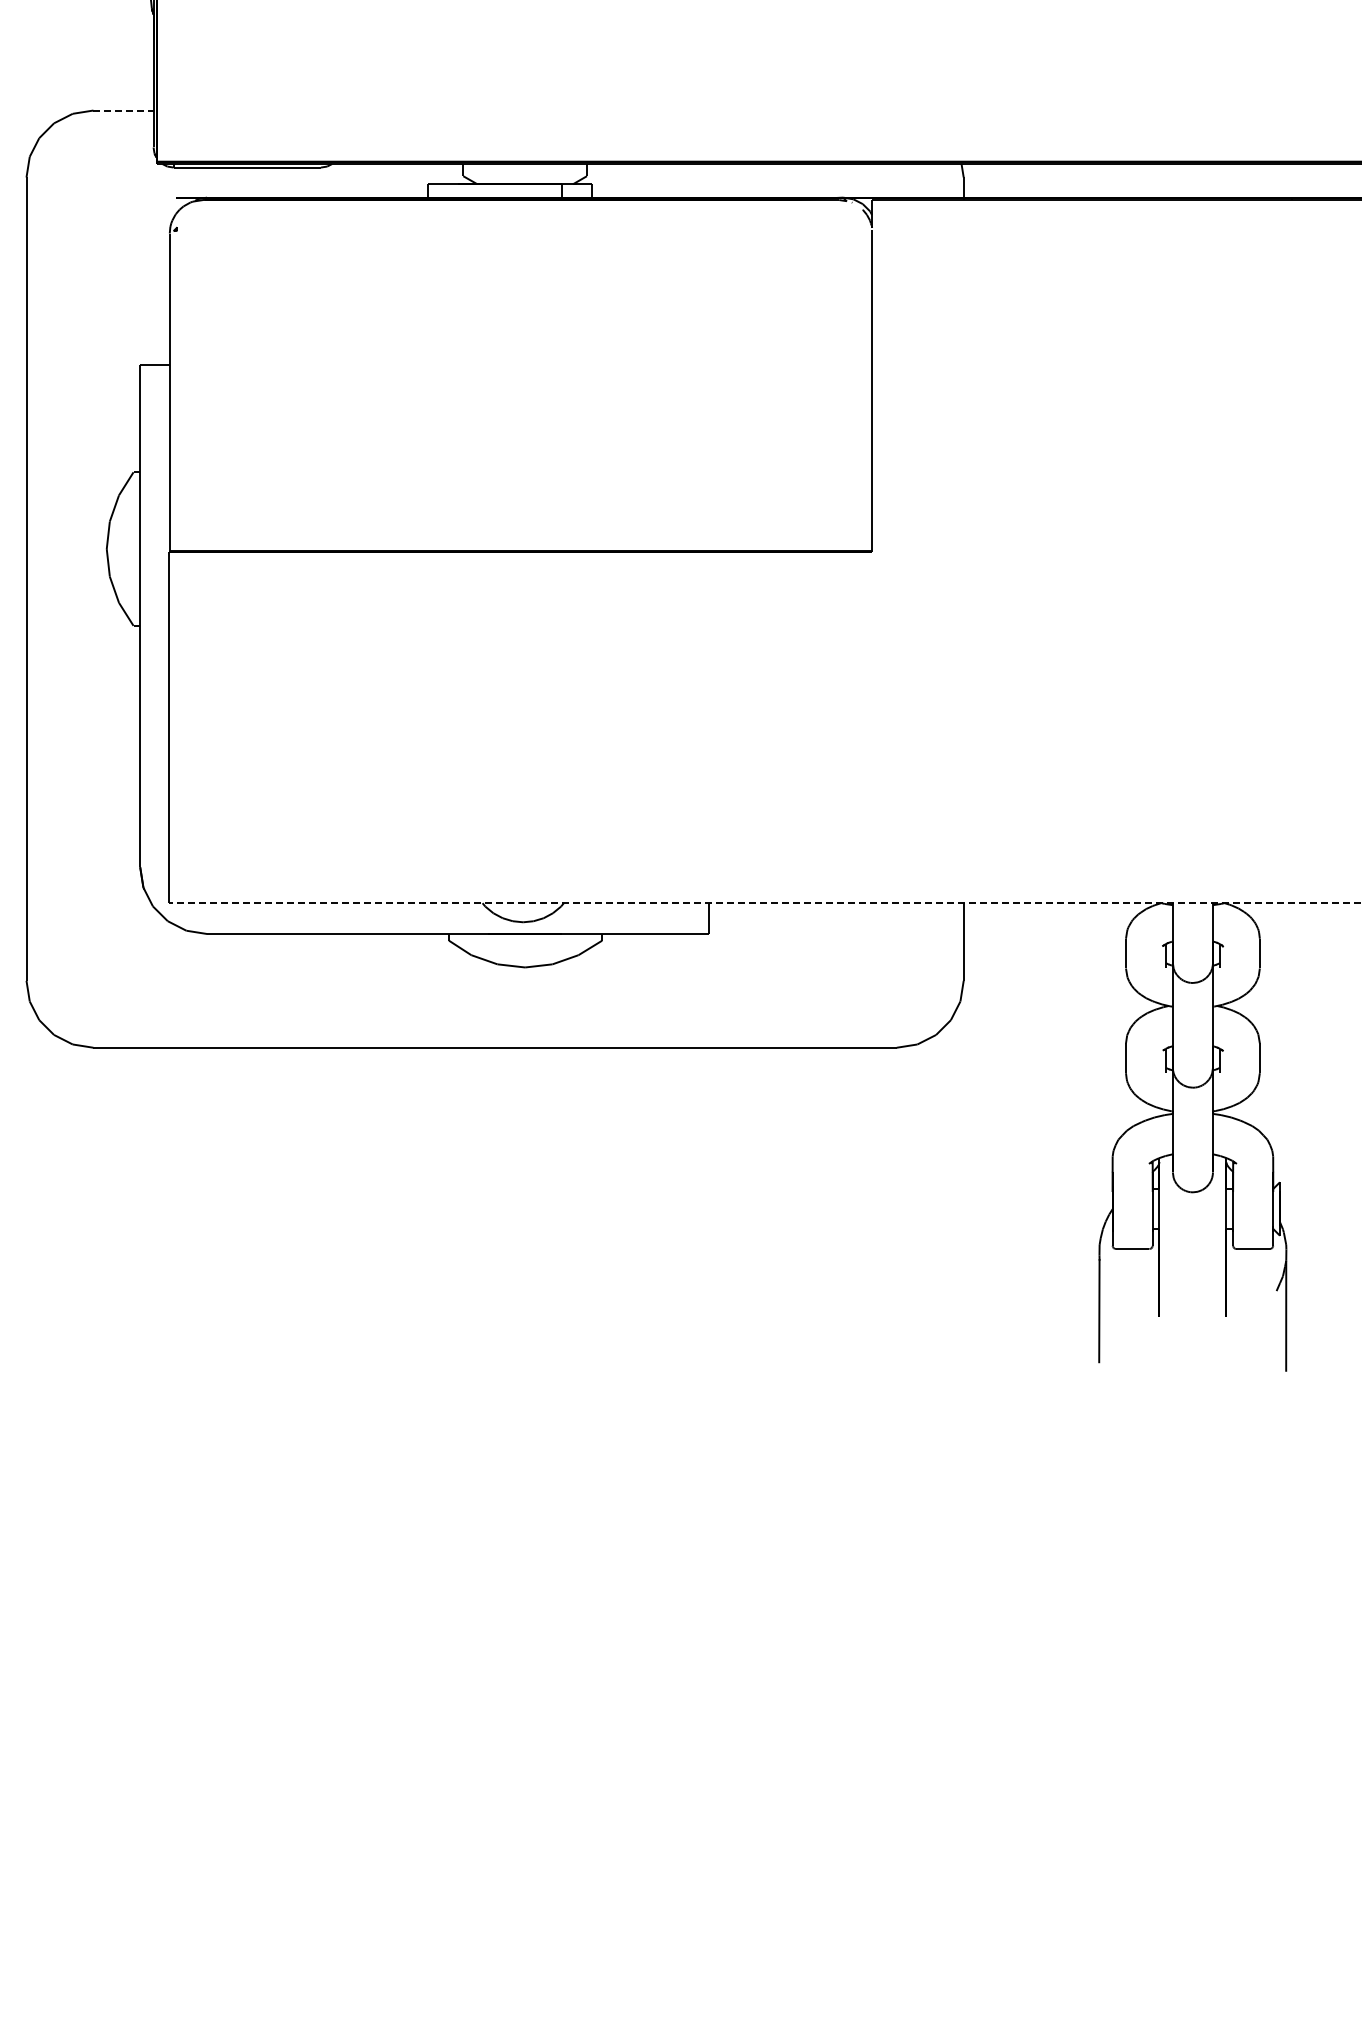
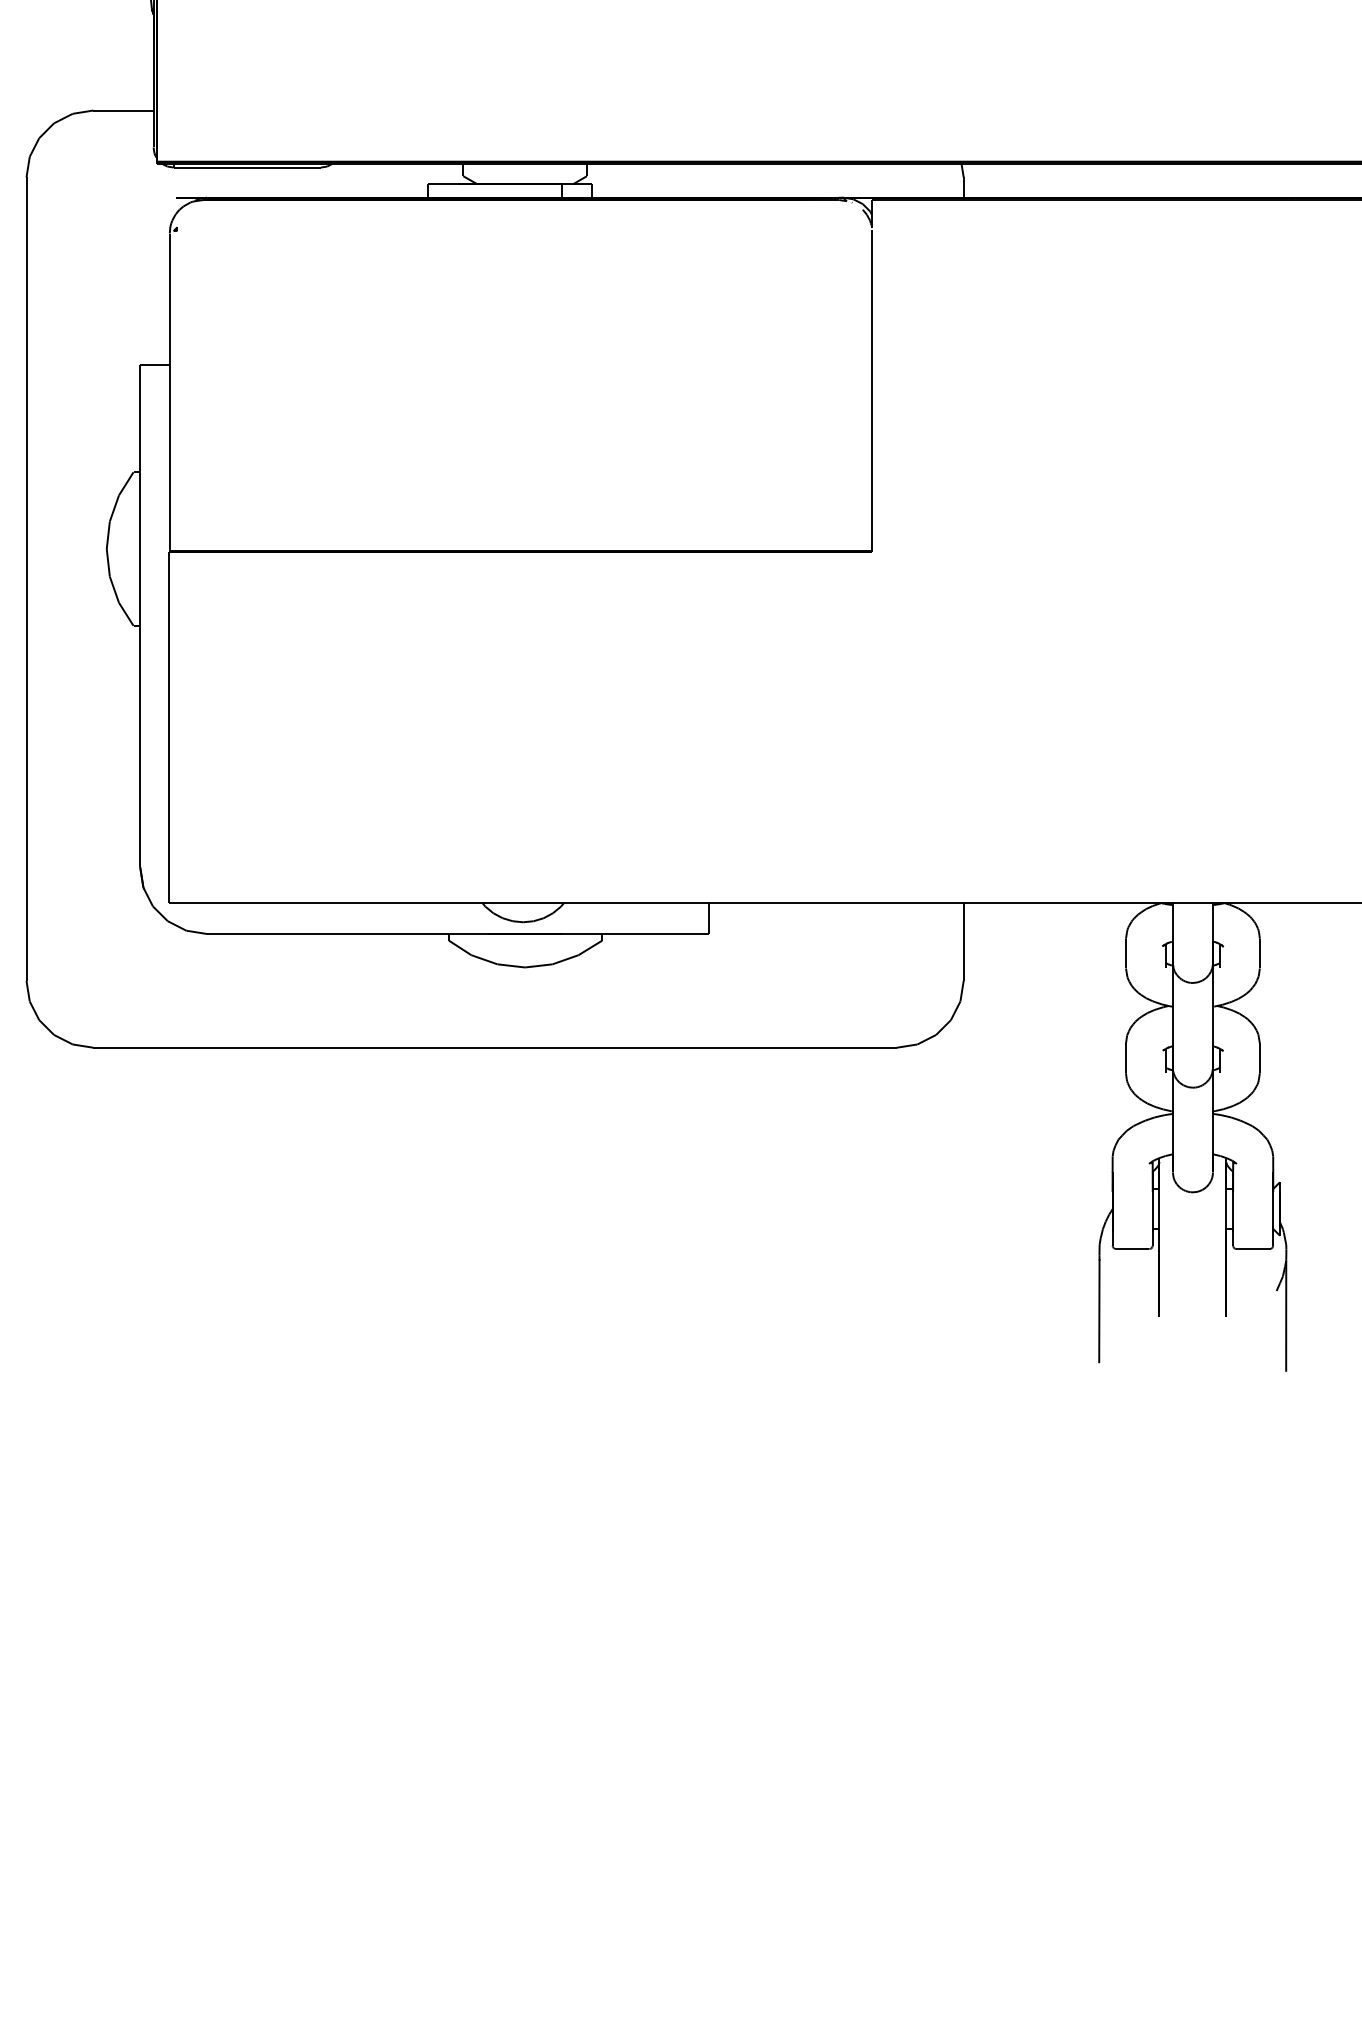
line at (124, 110): dashed -> solid
line at (765, 903): dashed -> solid
